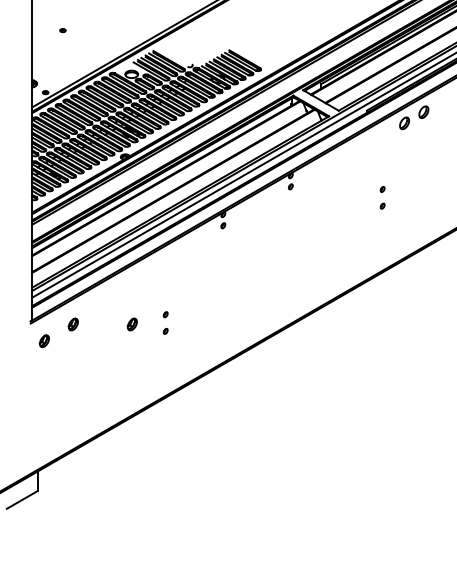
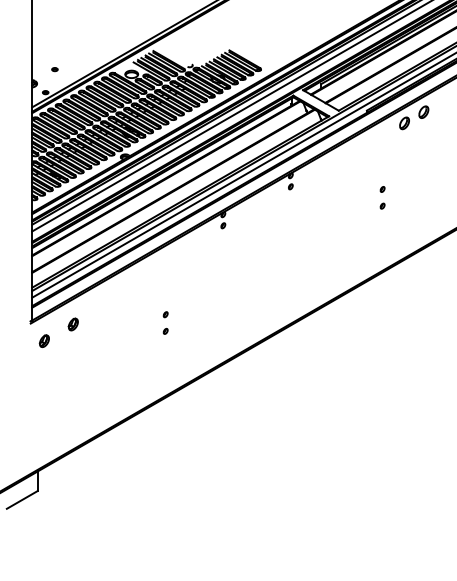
part at (62, 30) position: (62, 30) -> (54, 69)
line at (230, 116): none -> present
part at (131, 324): present -> none
